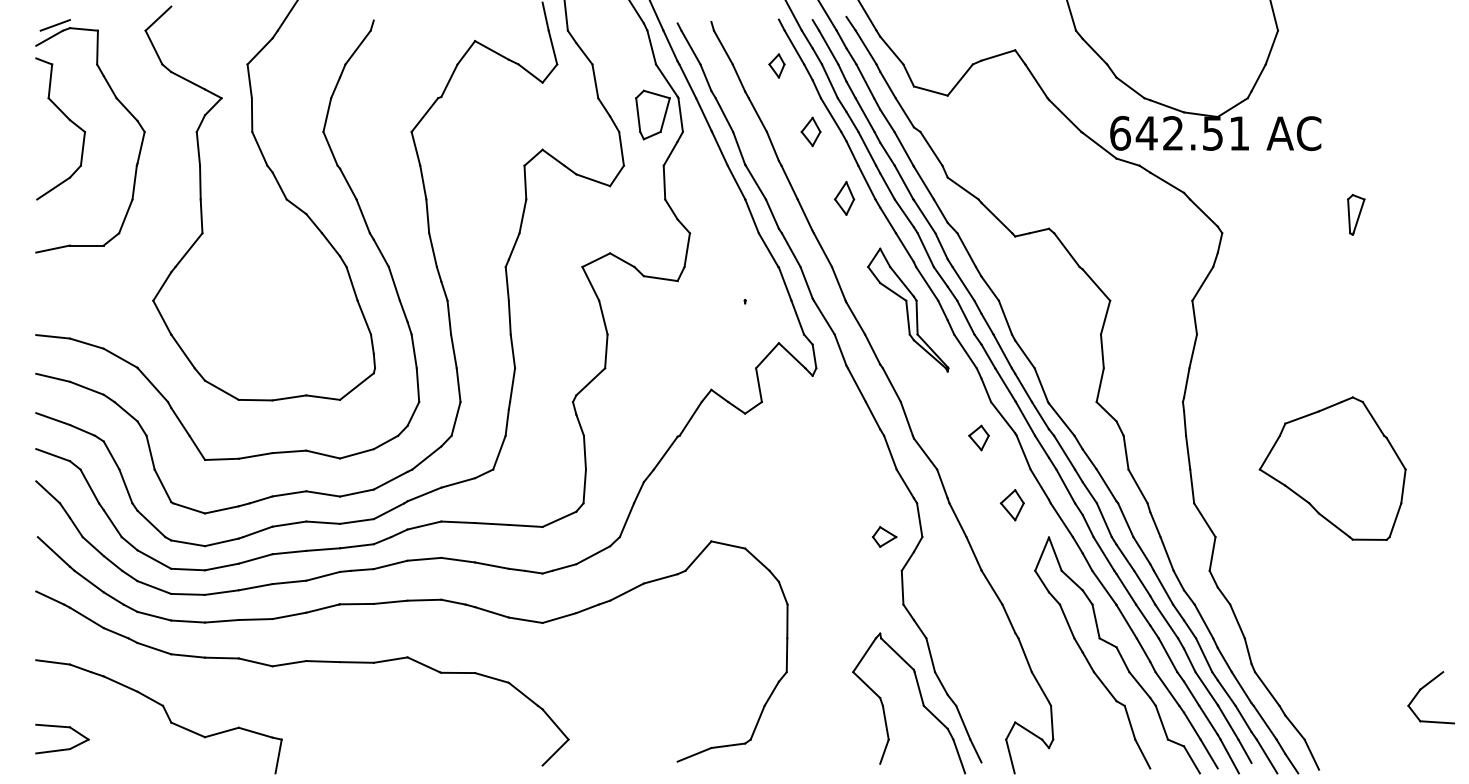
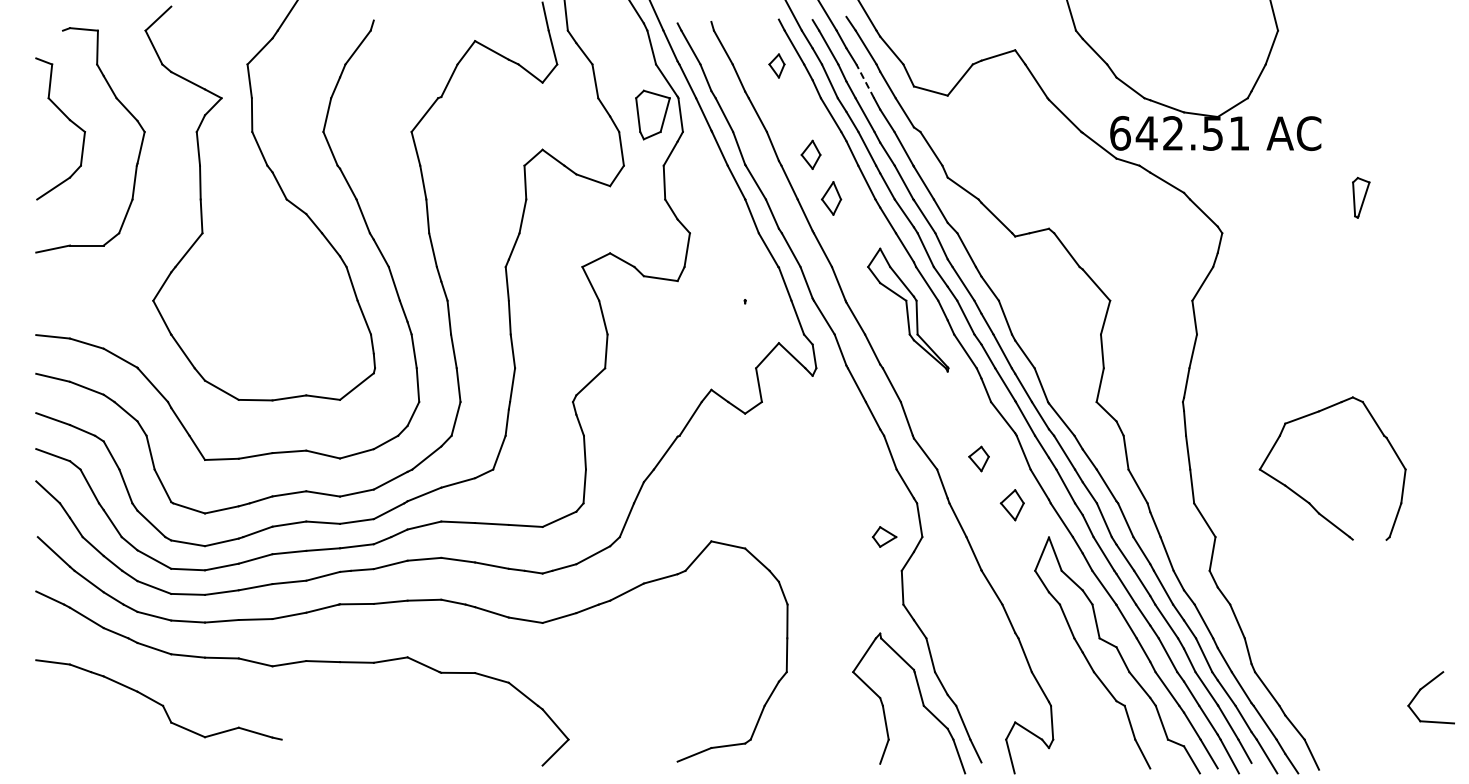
line at (55, 25): present -> none
line at (49, 37): present -> none
line at (865, 80): solid -> dashed
part at (810, 131) position: (810, 131) -> (810, 154)
part at (844, 198) position: (844, 198) -> (831, 198)
part at (1356, 214) position: (1356, 214) -> (1361, 197)
part at (978, 437) position: (978, 437) -> (978, 458)
line at (1369, 539): present -> none
part at (64, 748): present -> none
line at (278, 756): present -> none
